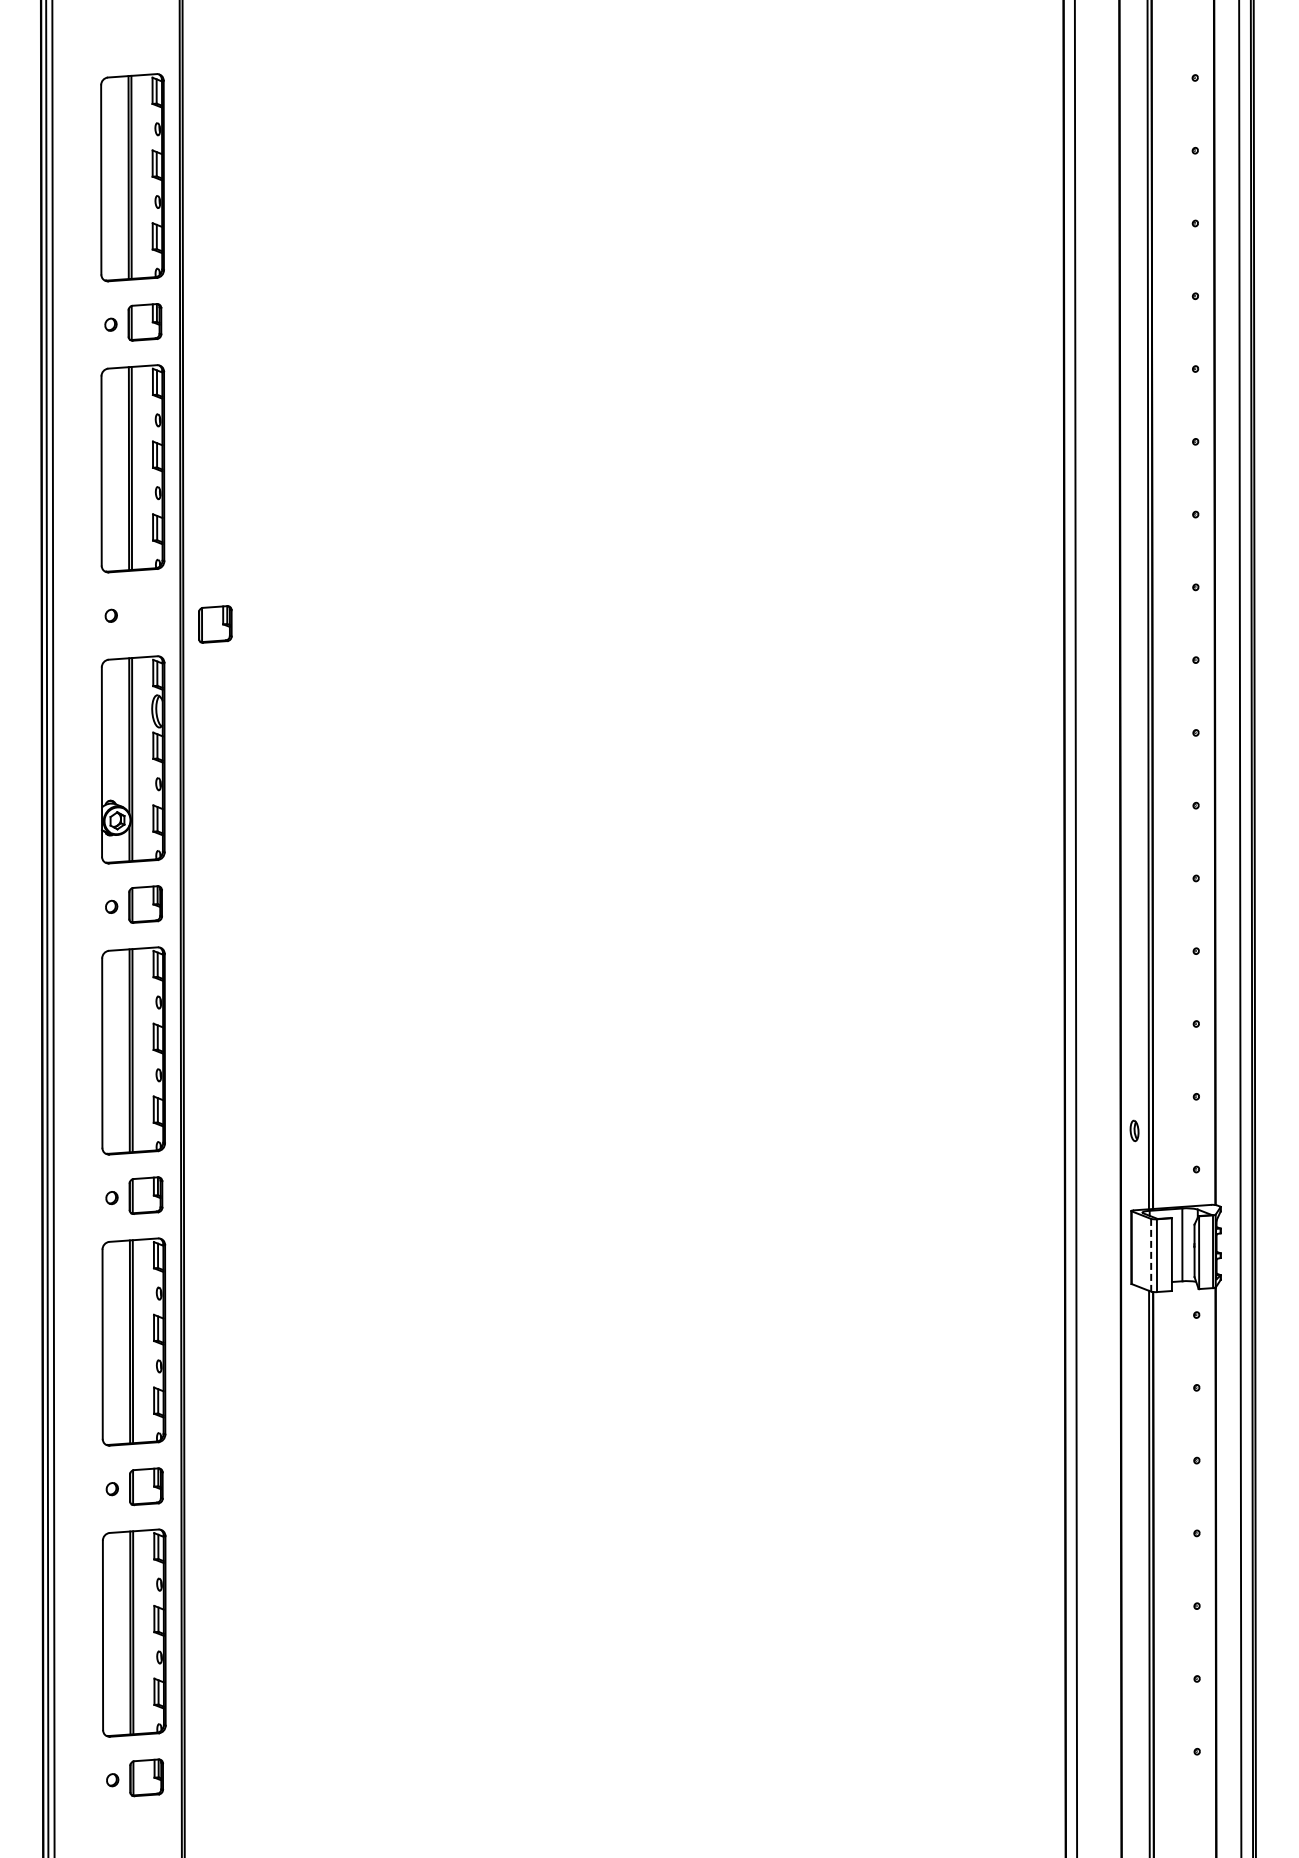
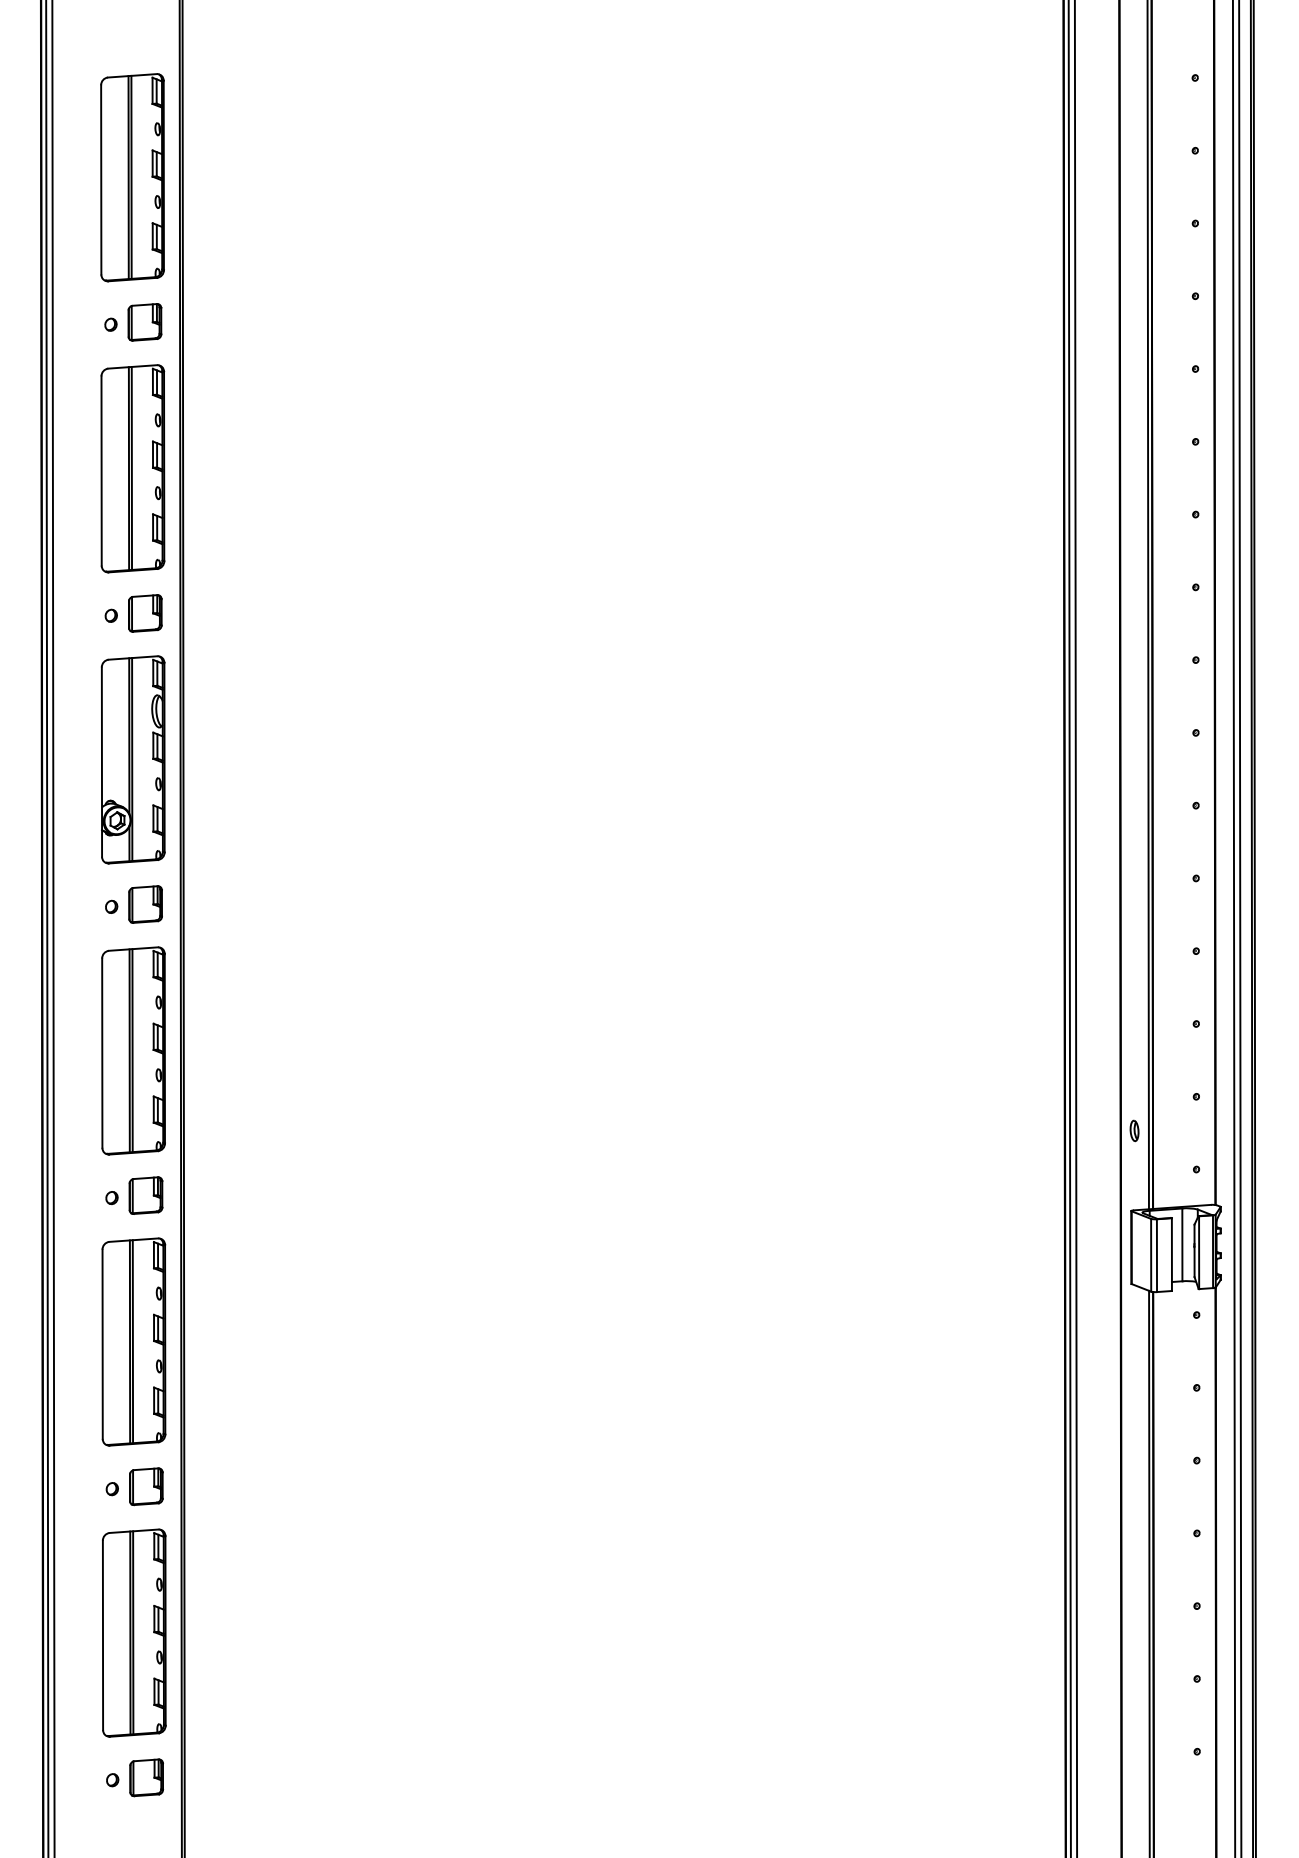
part at (215, 624) position: (215, 624) -> (145, 613)
line at (1069, 928): none -> present
line at (1233, 928): none -> present
line at (1151, 1255): dashed -> solid
